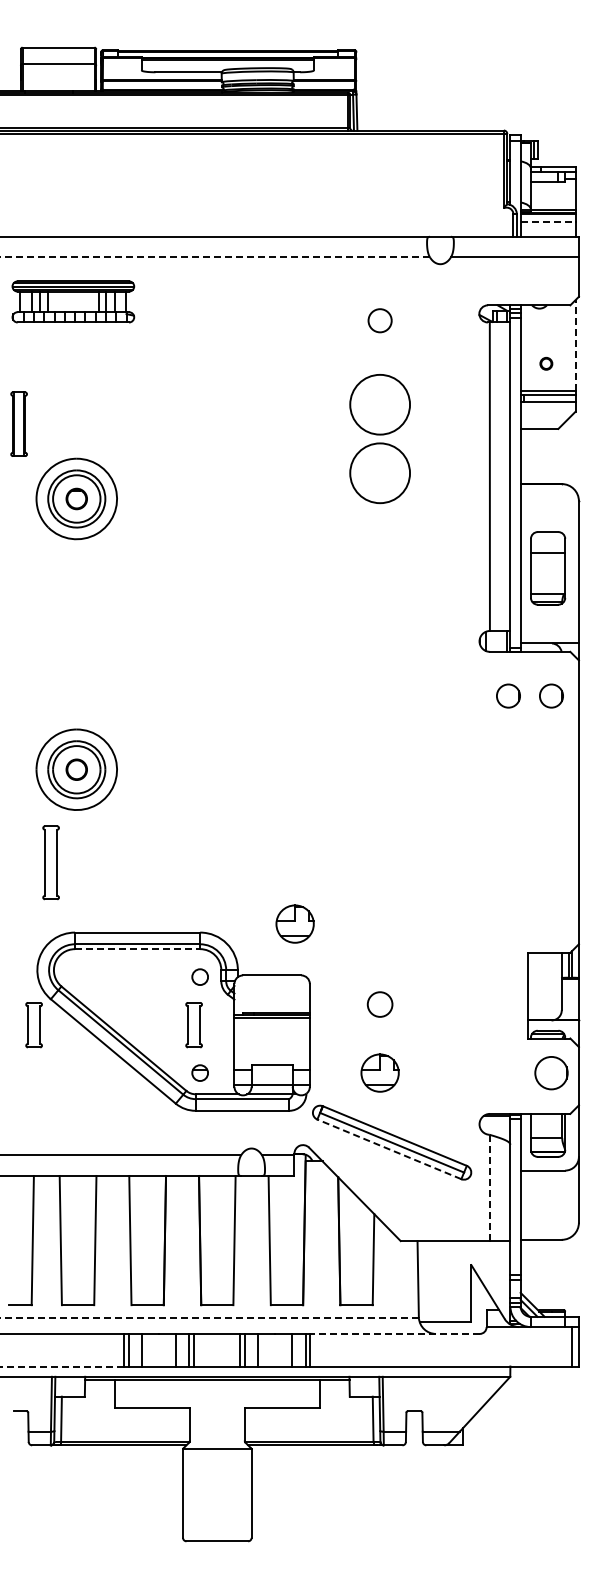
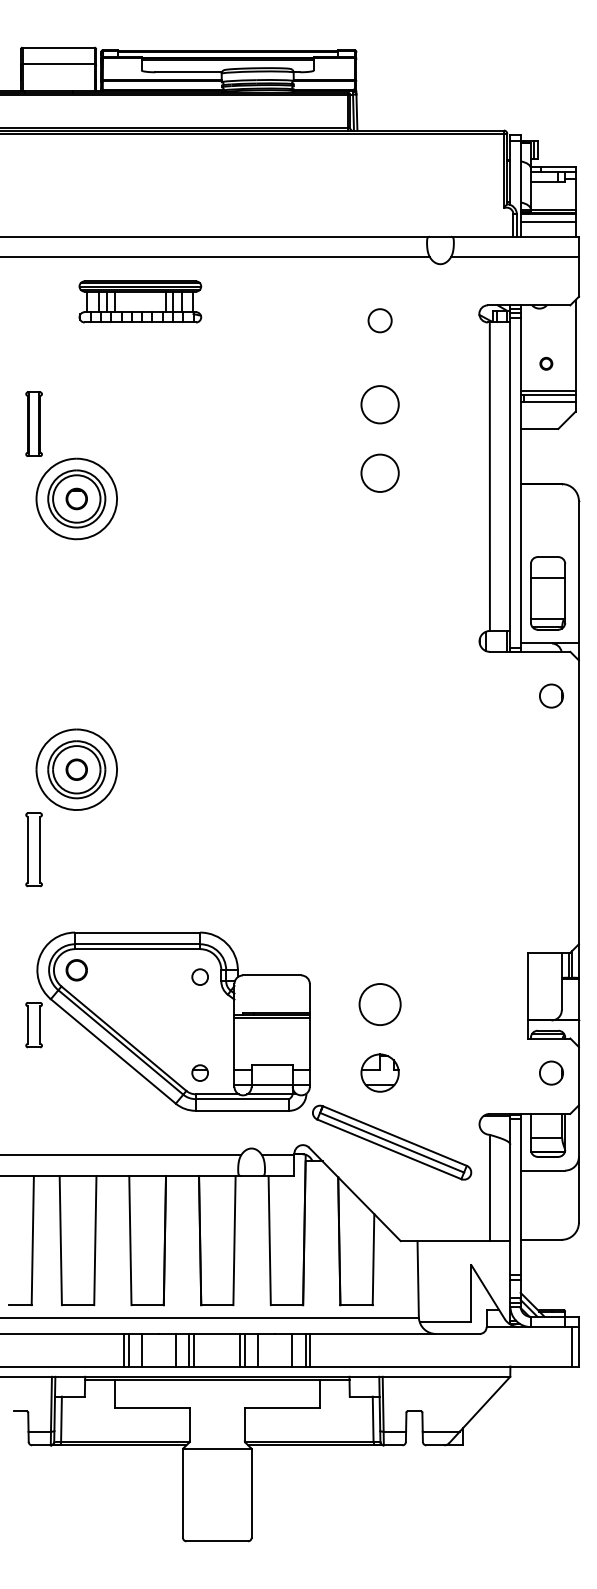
line at (548, 221): dashed -> solid
line at (215, 257): dashed -> solid
part at (73, 301) position: (73, 301) -> (140, 301)
line at (575, 345): dashed -> solid
circle at (380, 404) diameter: 60 px -> 37 px
part at (18, 423) position: (18, 423) -> (33, 423)
circle at (380, 473) diameter: 60 px -> 37 px
part at (548, 568) position: (548, 568) -> (548, 593)
circle at (508, 695): present -> none
part at (50, 862) position: (50, 862) -> (33, 849)
part at (294, 923): present -> none
line at (137, 949): dashed -> solid
part at (76, 970): none -> present
circle at (379, 1004) diameter: 25 px -> 41 px
part at (193, 1025): present -> none
circle at (551, 1073) size: 35x35 px -> 25x26 px
line at (389, 1149): dashed -> solid
line at (489, 1188): dashed -> solid
line at (209, 1318): dashed -> solid
line at (395, 1333): dashed -> solid
line at (62, 1366): dashed -> solid
